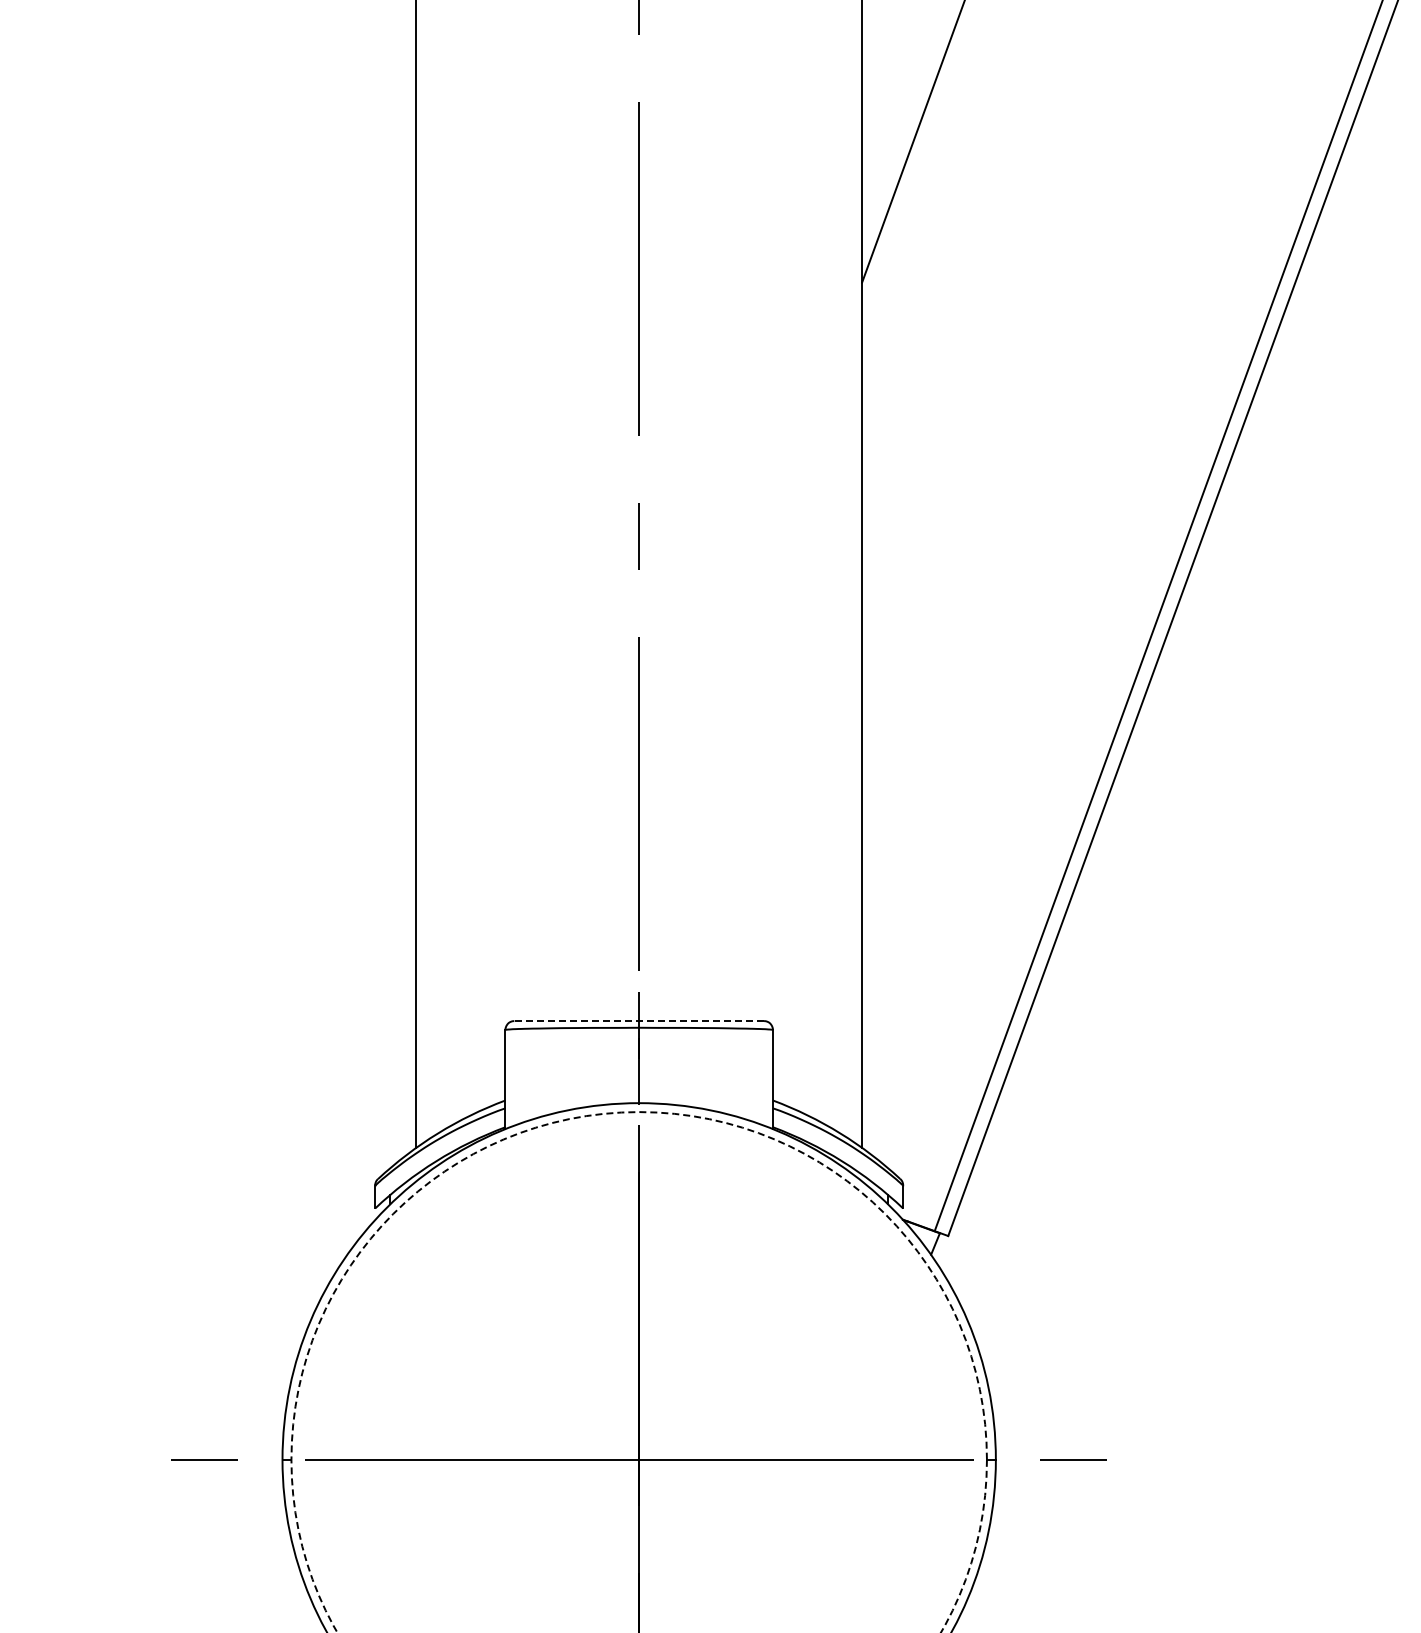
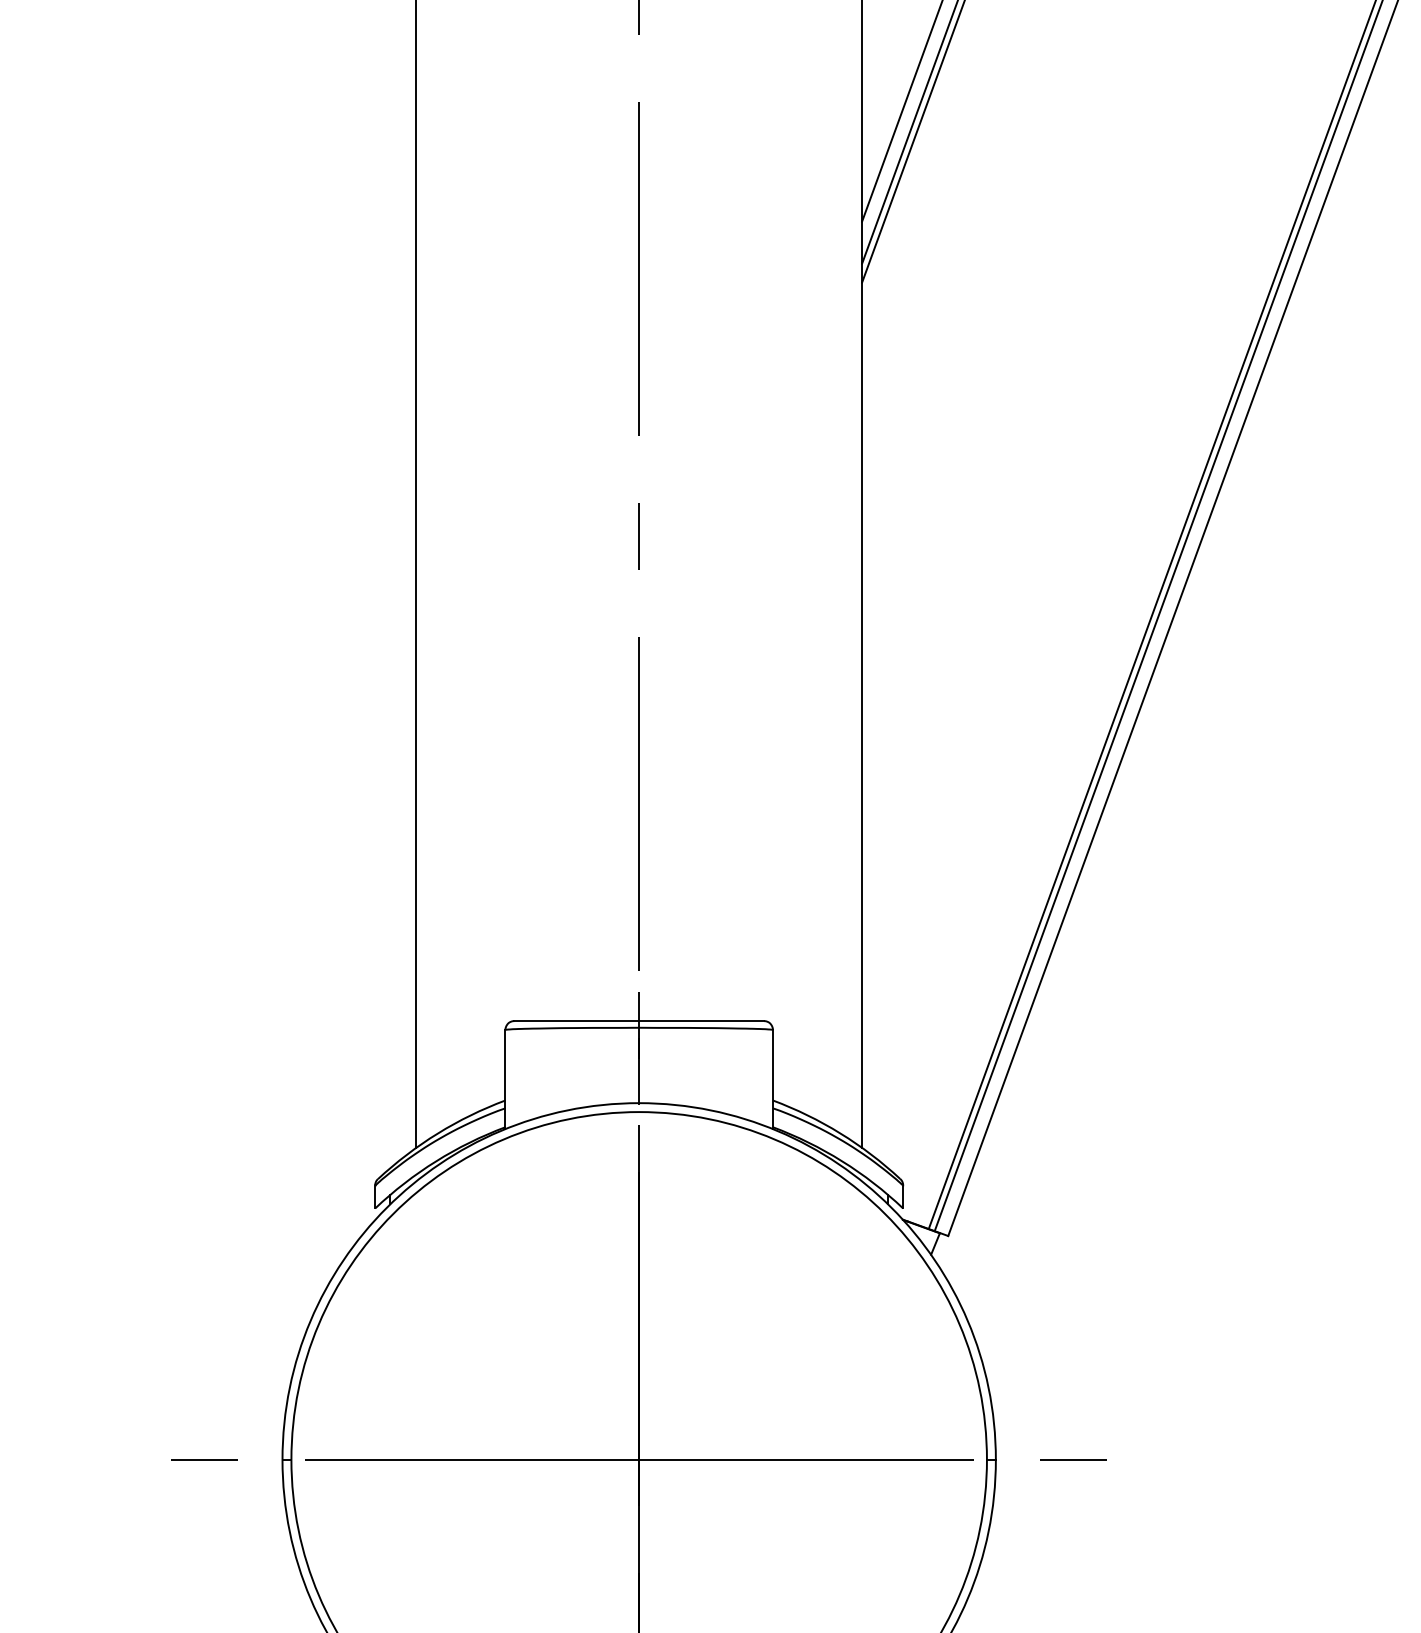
line at (901, 111): none -> present
line at (909, 132): none -> present
line at (1151, 615): none -> present
line at (639, 1021): dashed -> solid
circle at (638, 1372): dashed -> solid
